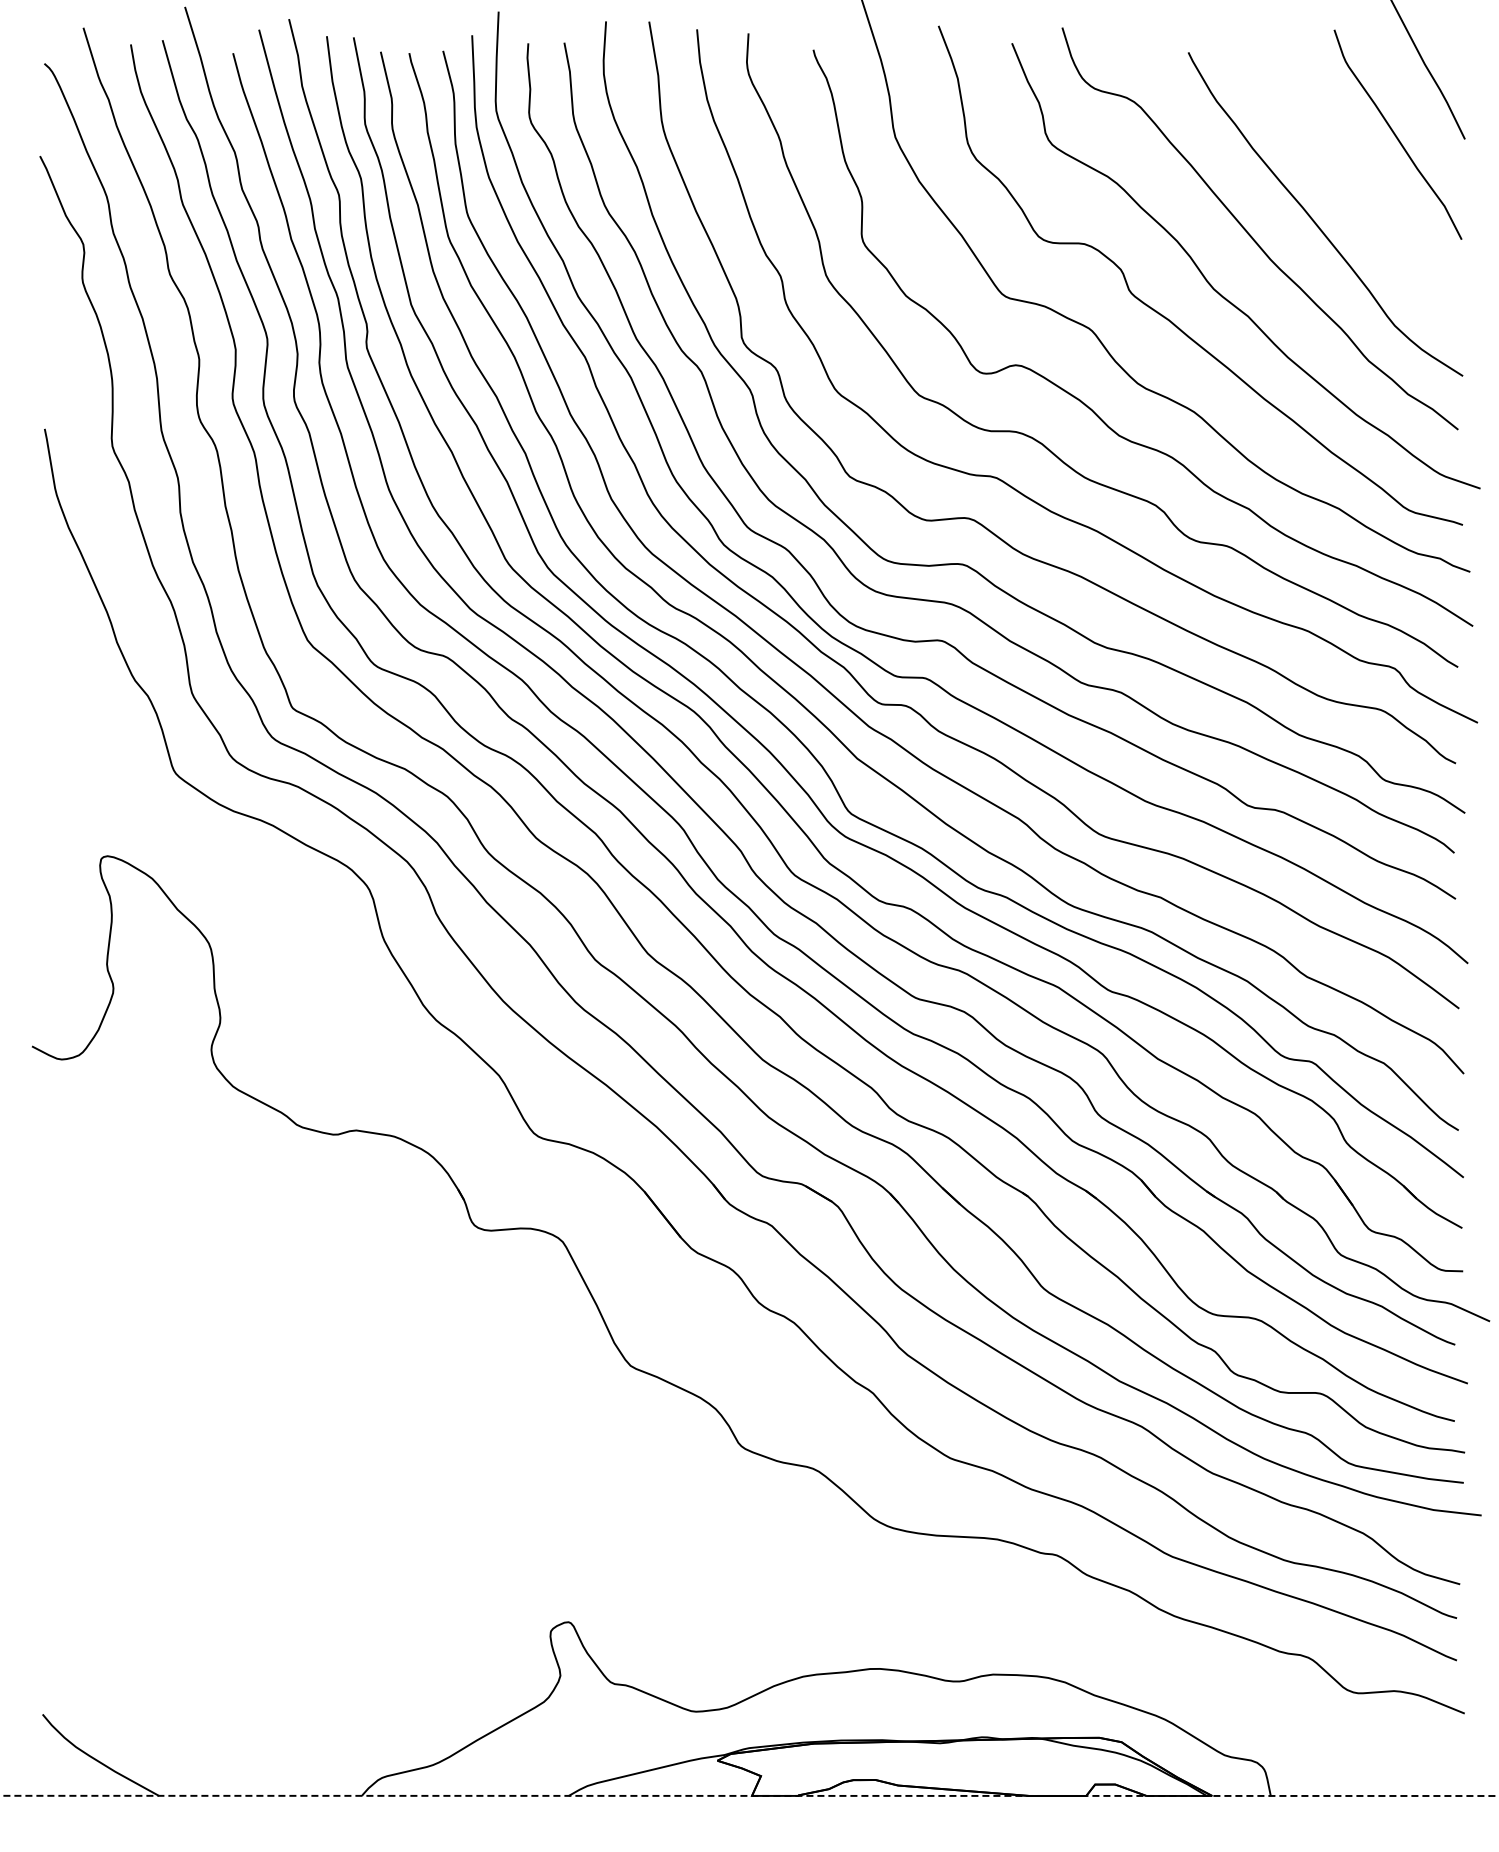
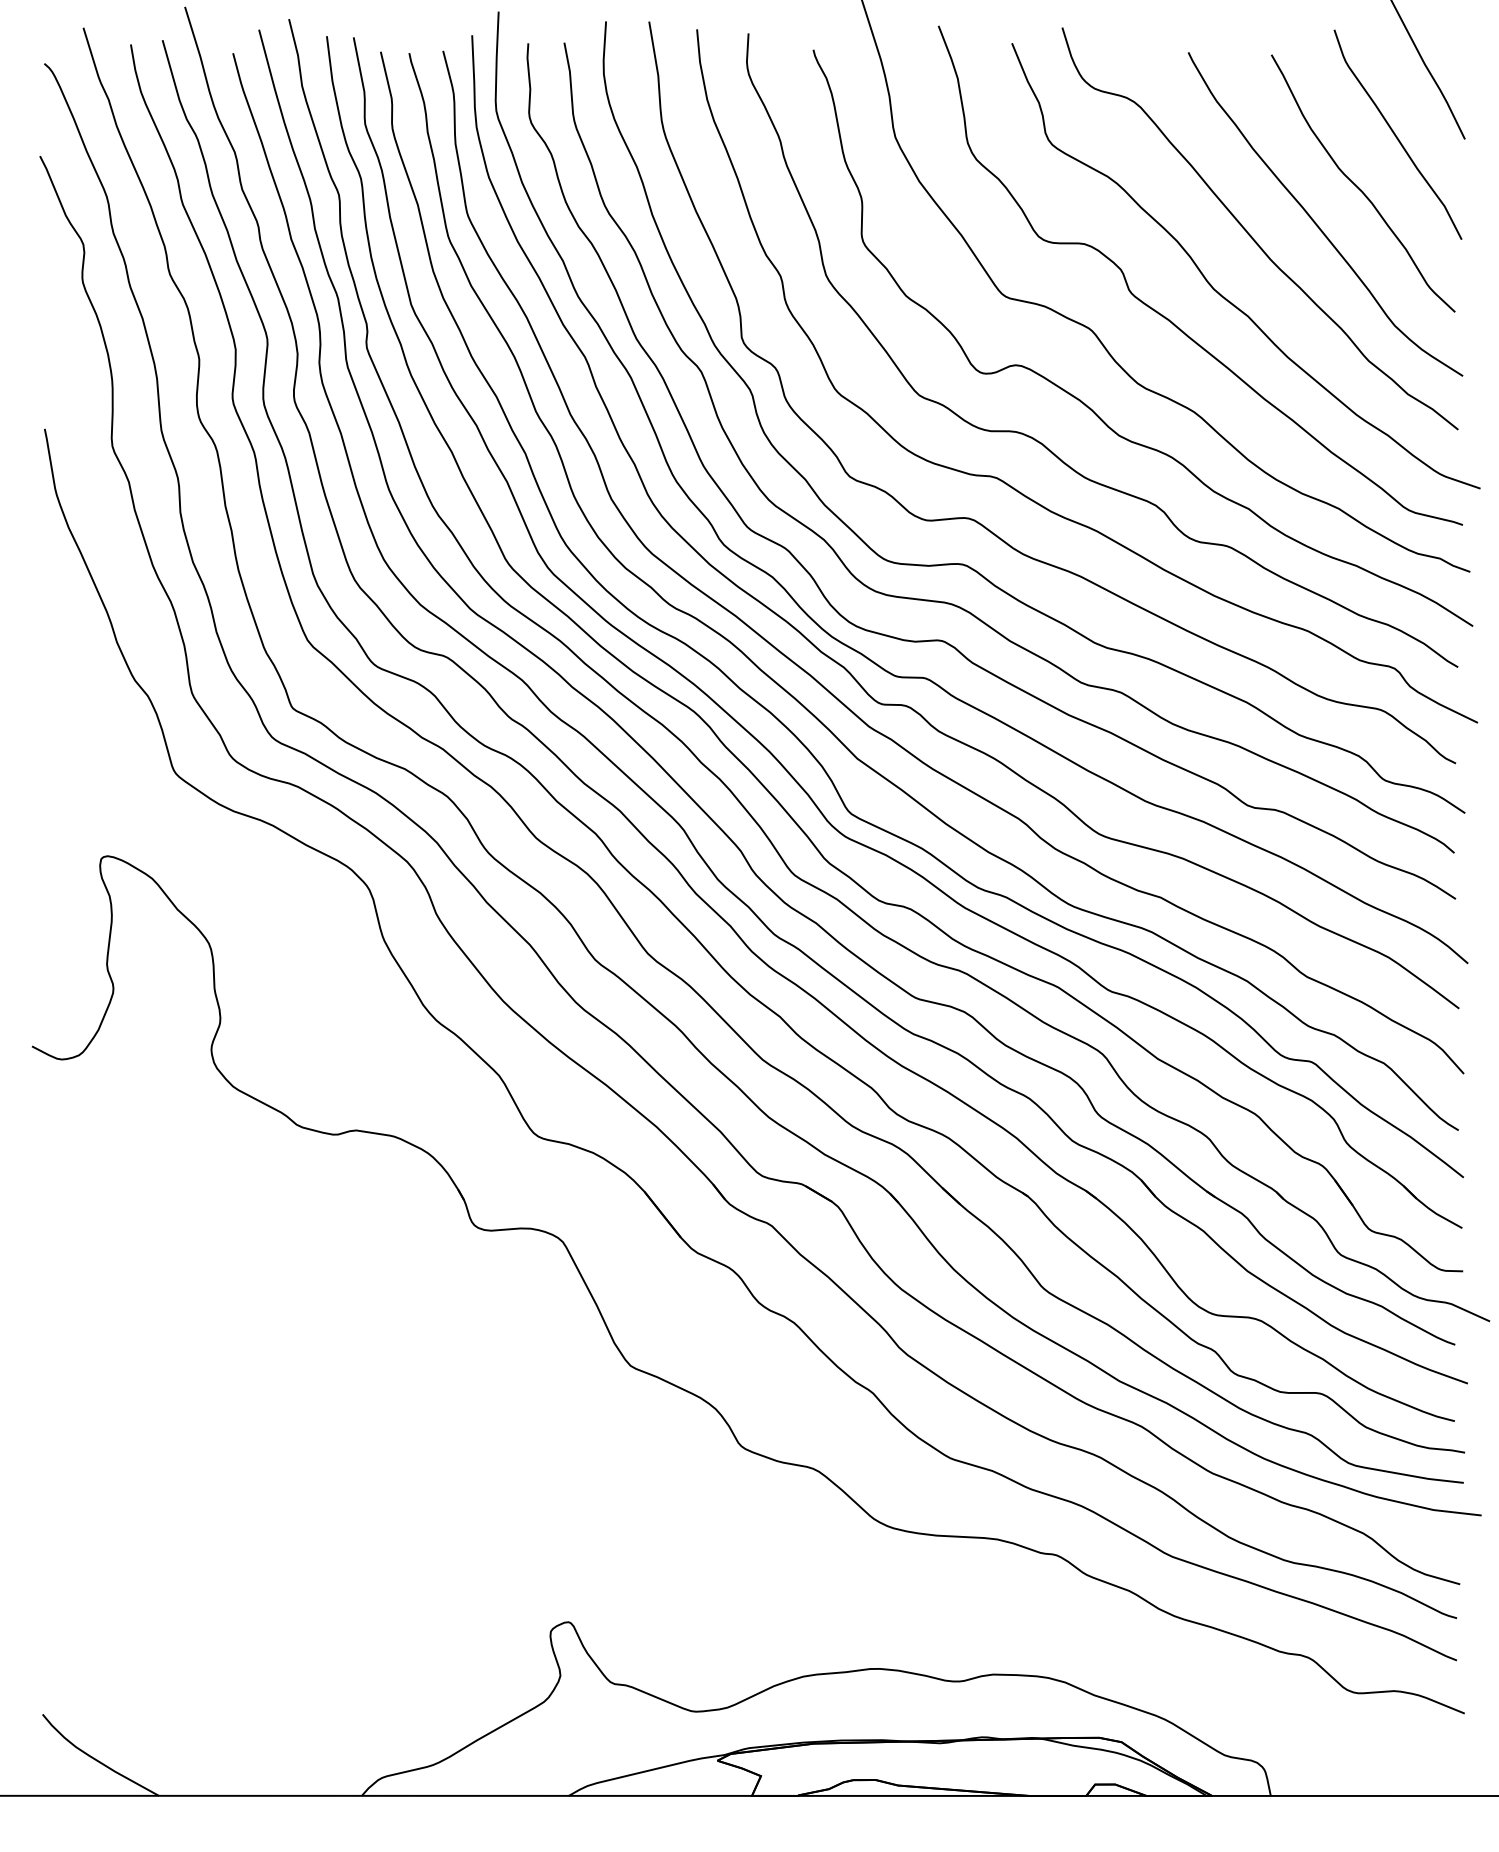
curve at (1359, 187): none -> present
line at (749, 1795): dashed -> solid
